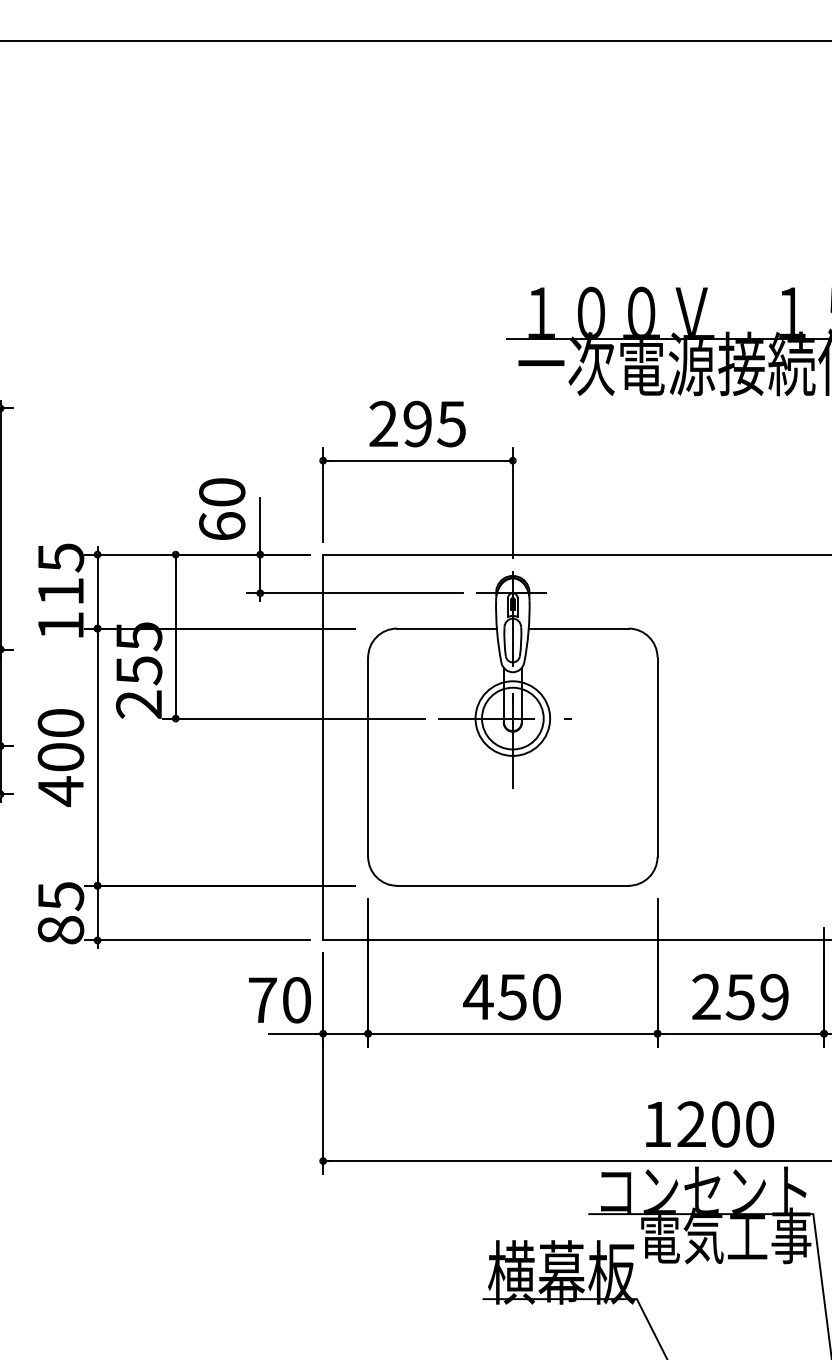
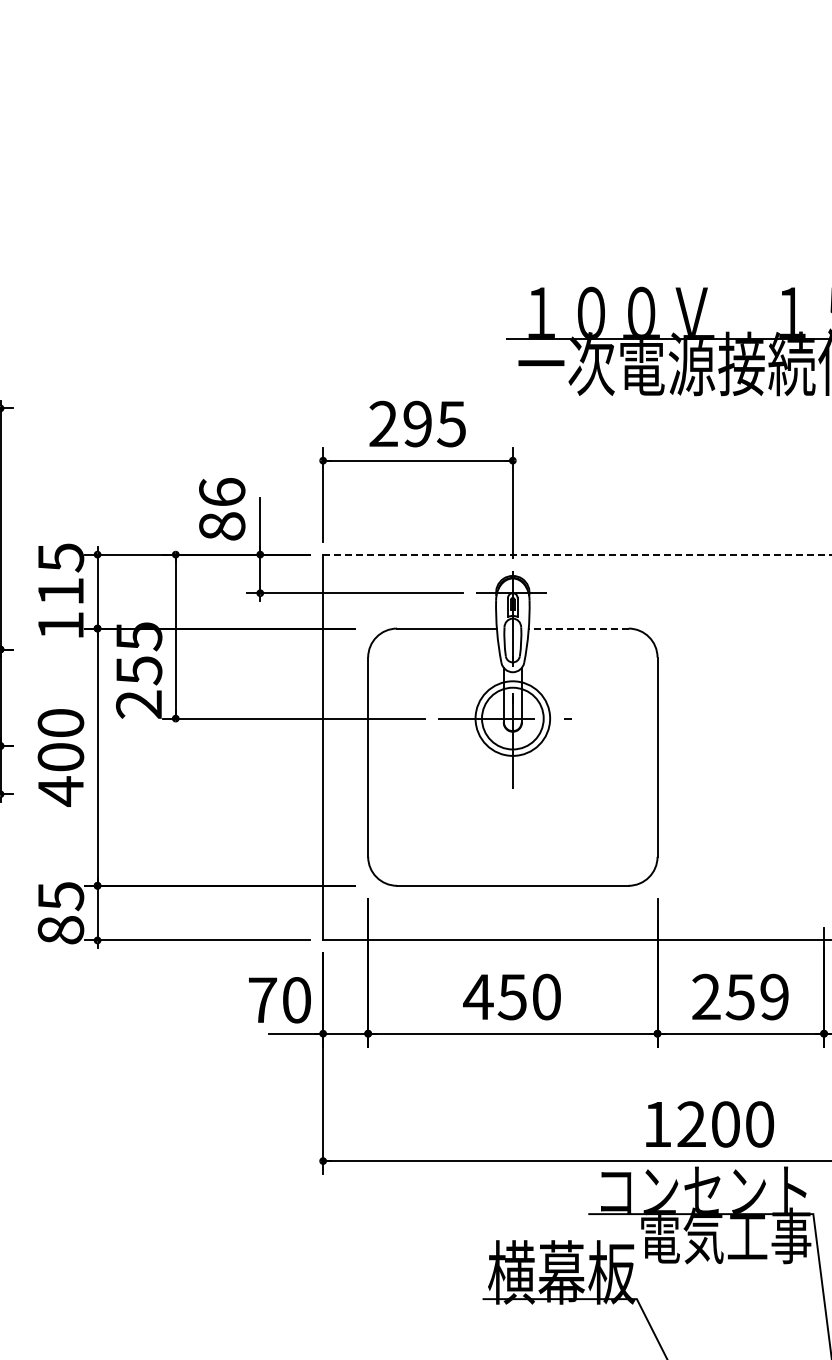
line at (415, 40): present -> none
text at (222, 509): 60 -> 86
line at (578, 554): solid -> dashed
line at (578, 628): solid -> dashed
